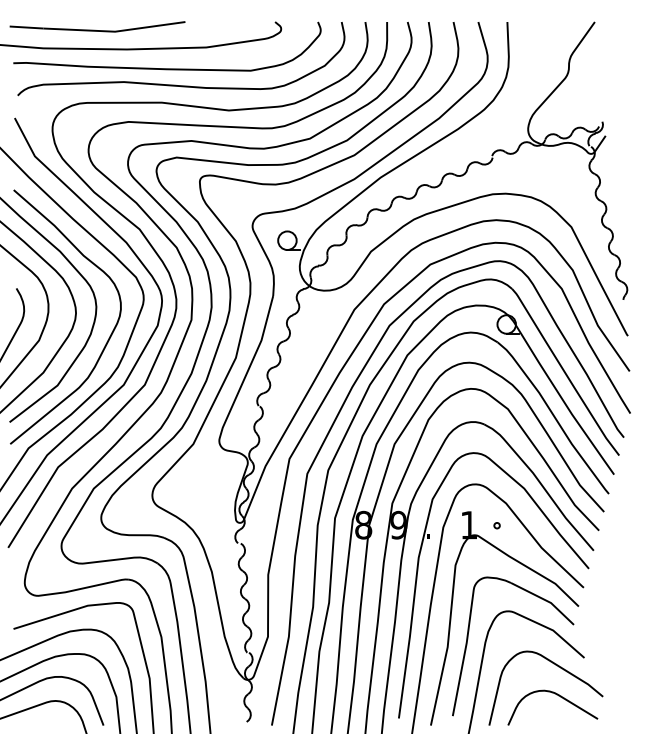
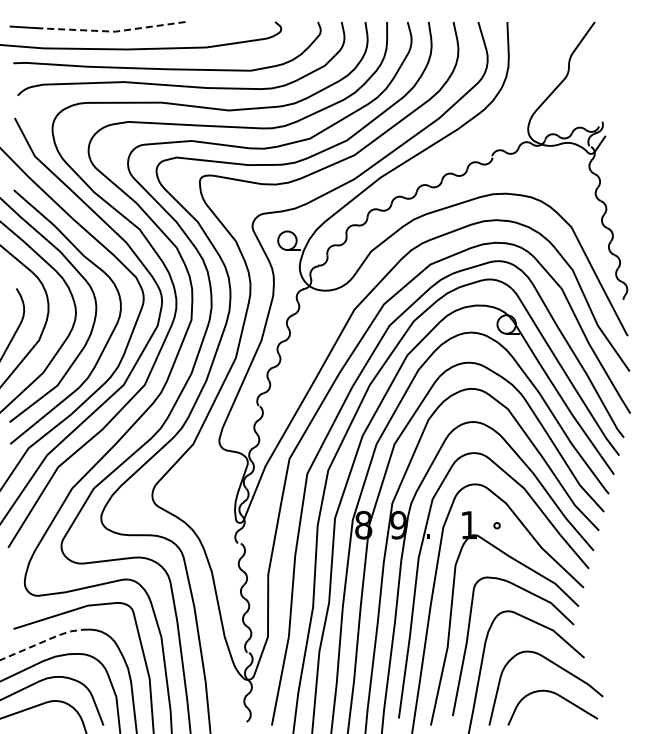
line at (115, 31): solid -> dashed
line at (42, 642): solid -> dashed
